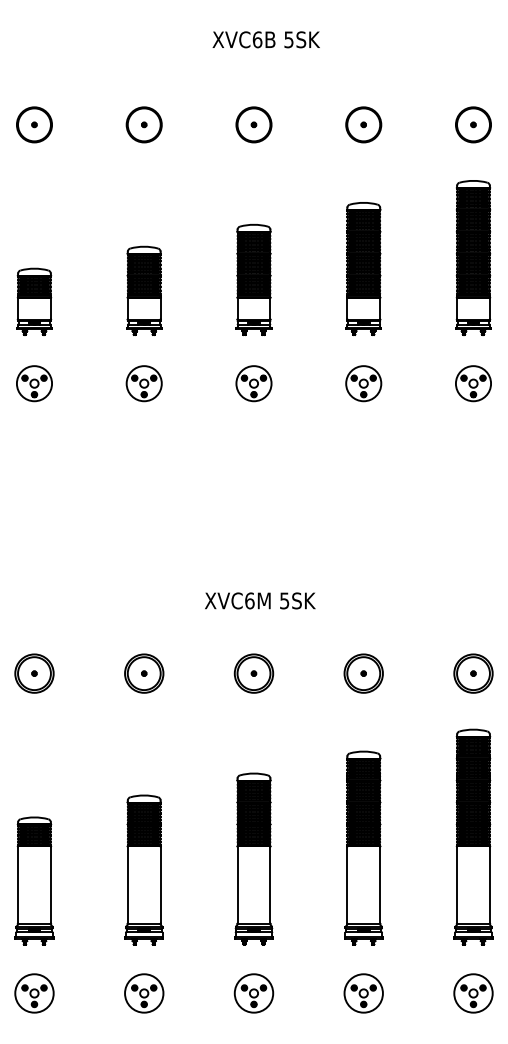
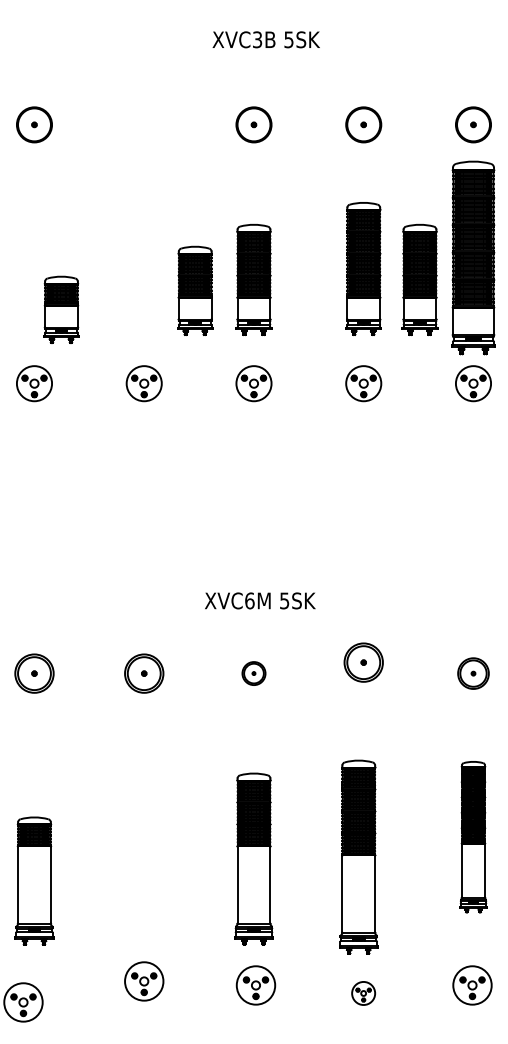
text at (257, 39): XVC6B -> XVC3B
part at (143, 124): present -> none
part at (473, 257) size: 37x156 px -> 45x196 px
part at (419, 279): none -> present
part at (144, 290) position: (144, 290) -> (195, 290)
part at (34, 301) position: (34, 301) -> (61, 309)
part at (253, 673) size: 42x41 px -> 26x25 px
part at (363, 673) position: (363, 673) -> (363, 662)
part at (473, 673) size: 41x41 px -> 33x33 px
part at (473, 836) size: 41x218 px -> 29x153 px
part at (363, 847) position: (363, 847) -> (358, 856)
part at (143, 869): present -> none
part at (34, 993) position: (34, 993) -> (23, 1002)
part at (144, 993) position: (144, 993) -> (144, 981)
part at (253, 993) position: (253, 993) -> (255, 985)
part at (363, 993) size: 41x41 px -> 26x25 px
part at (473, 993) position: (473, 993) -> (472, 985)
